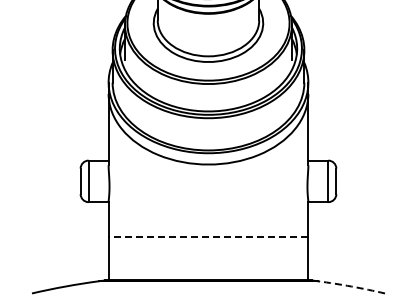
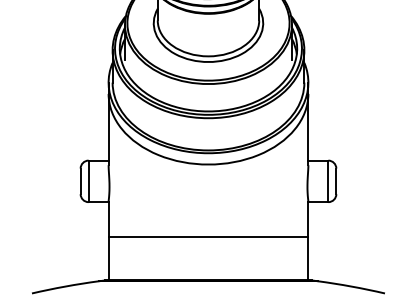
line at (208, 236): dashed -> solid
arc at (351, 286): dashed -> solid
